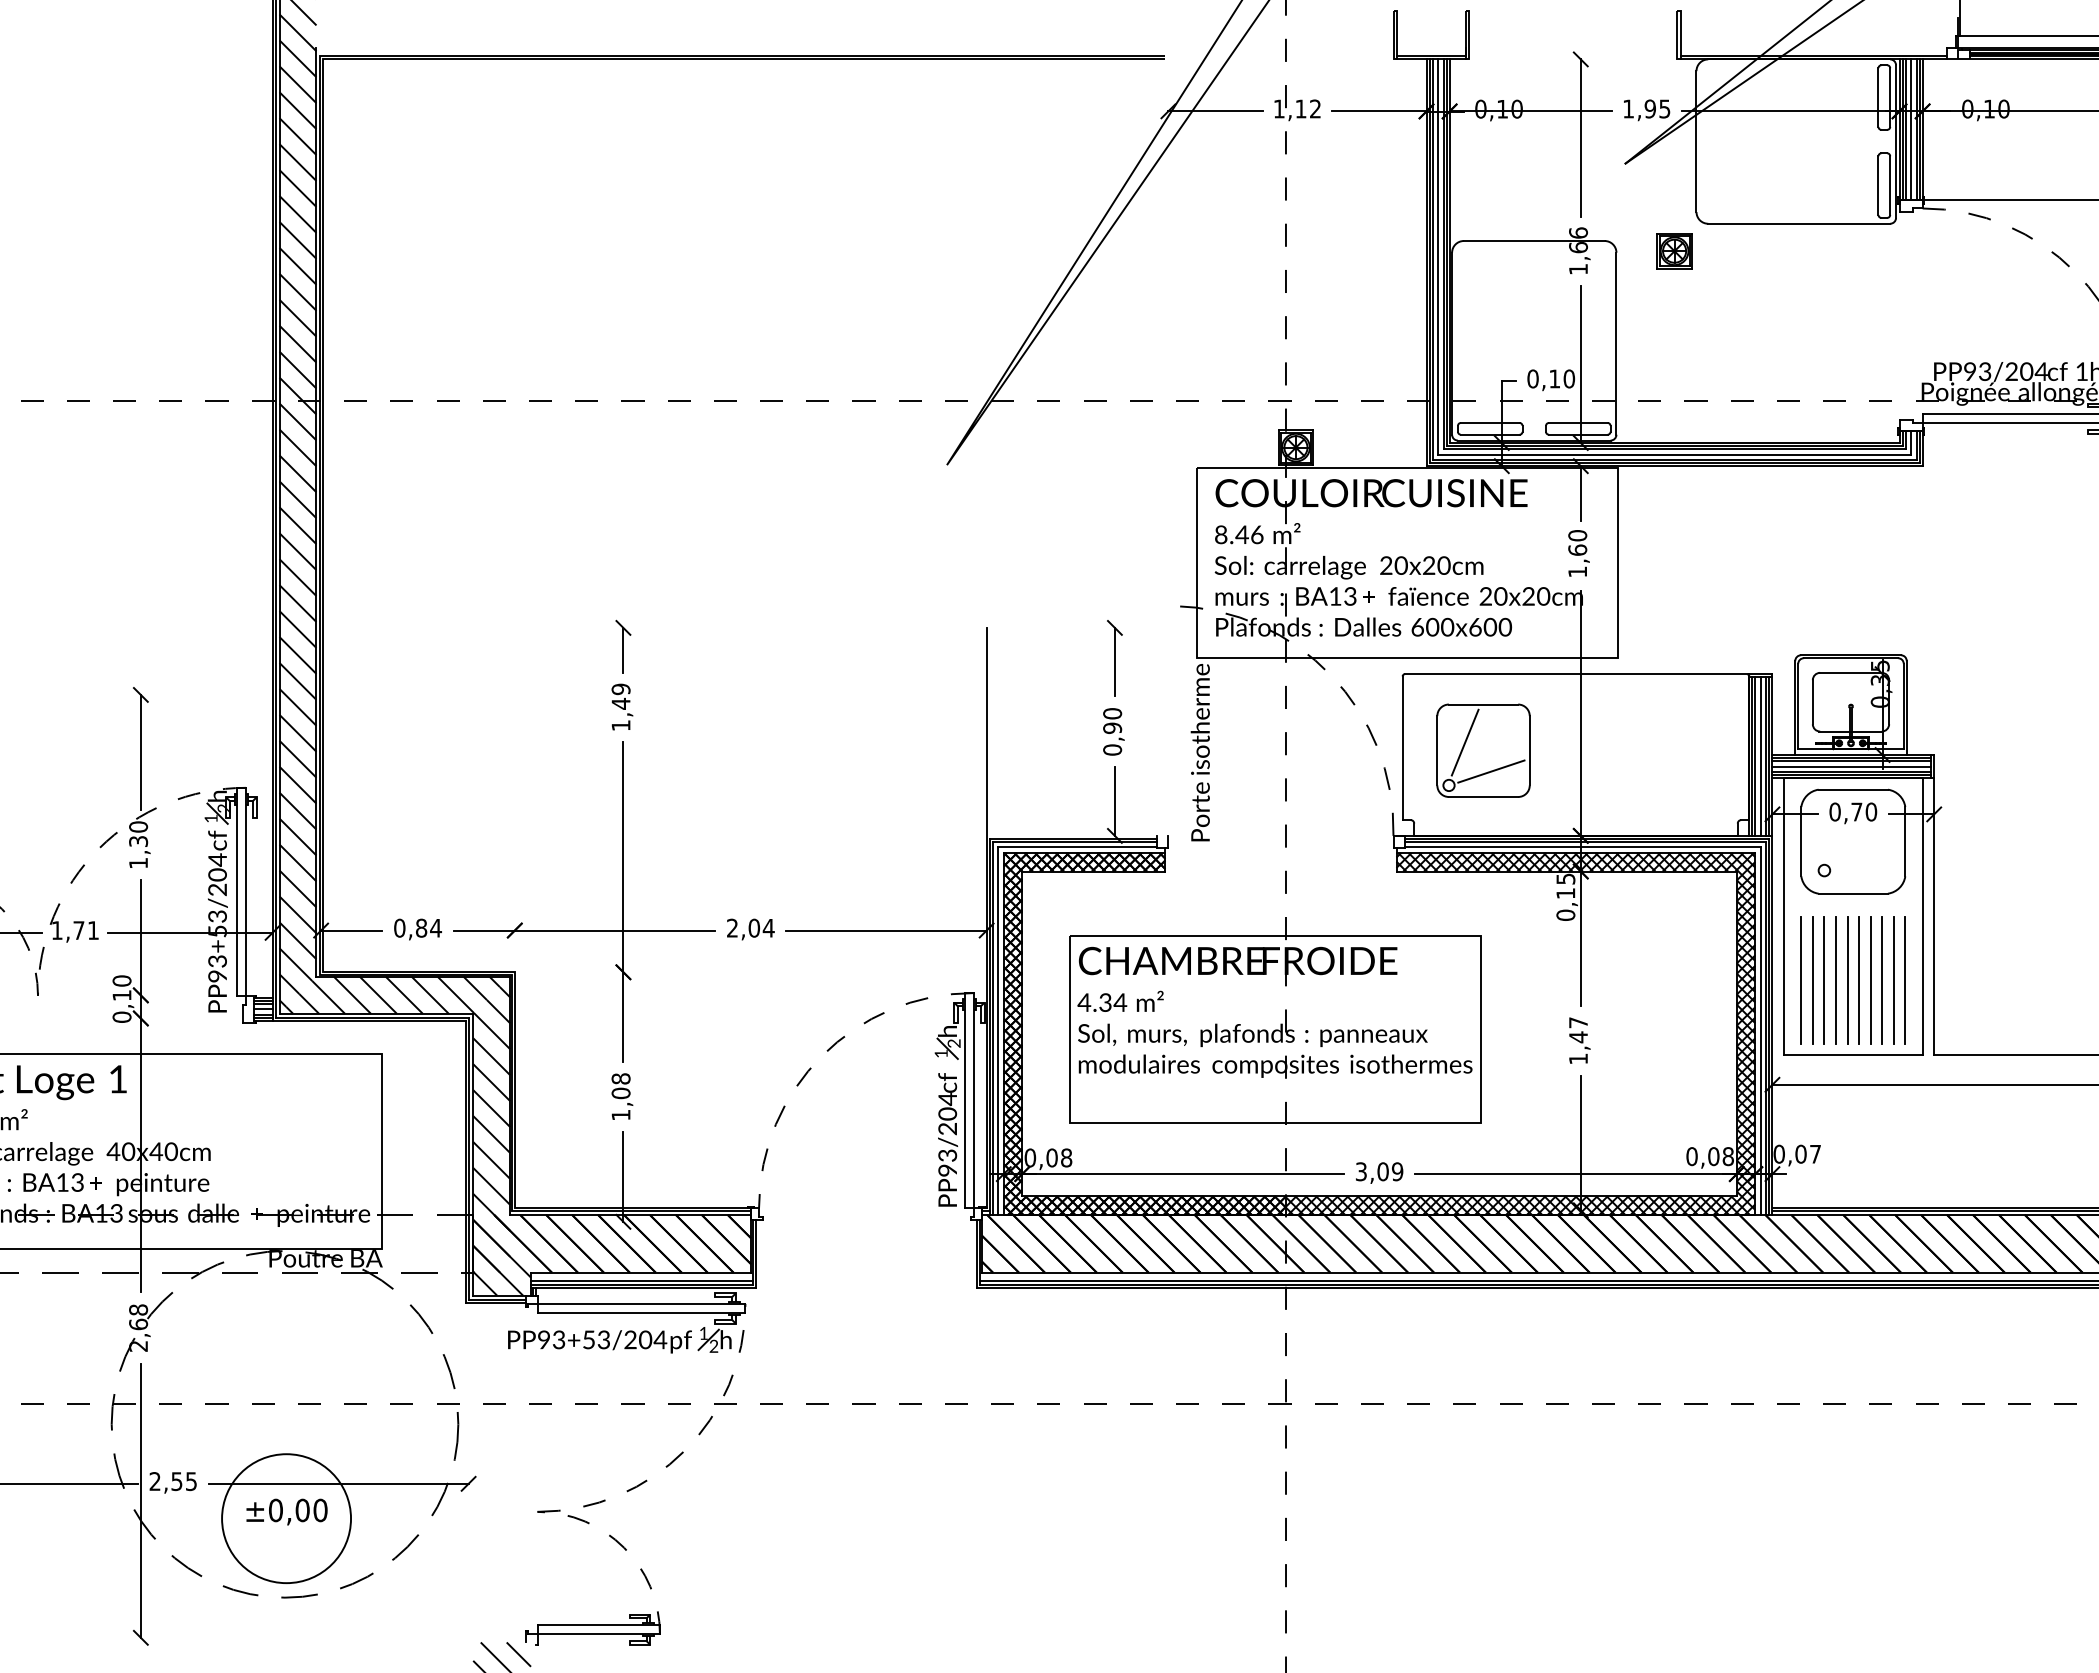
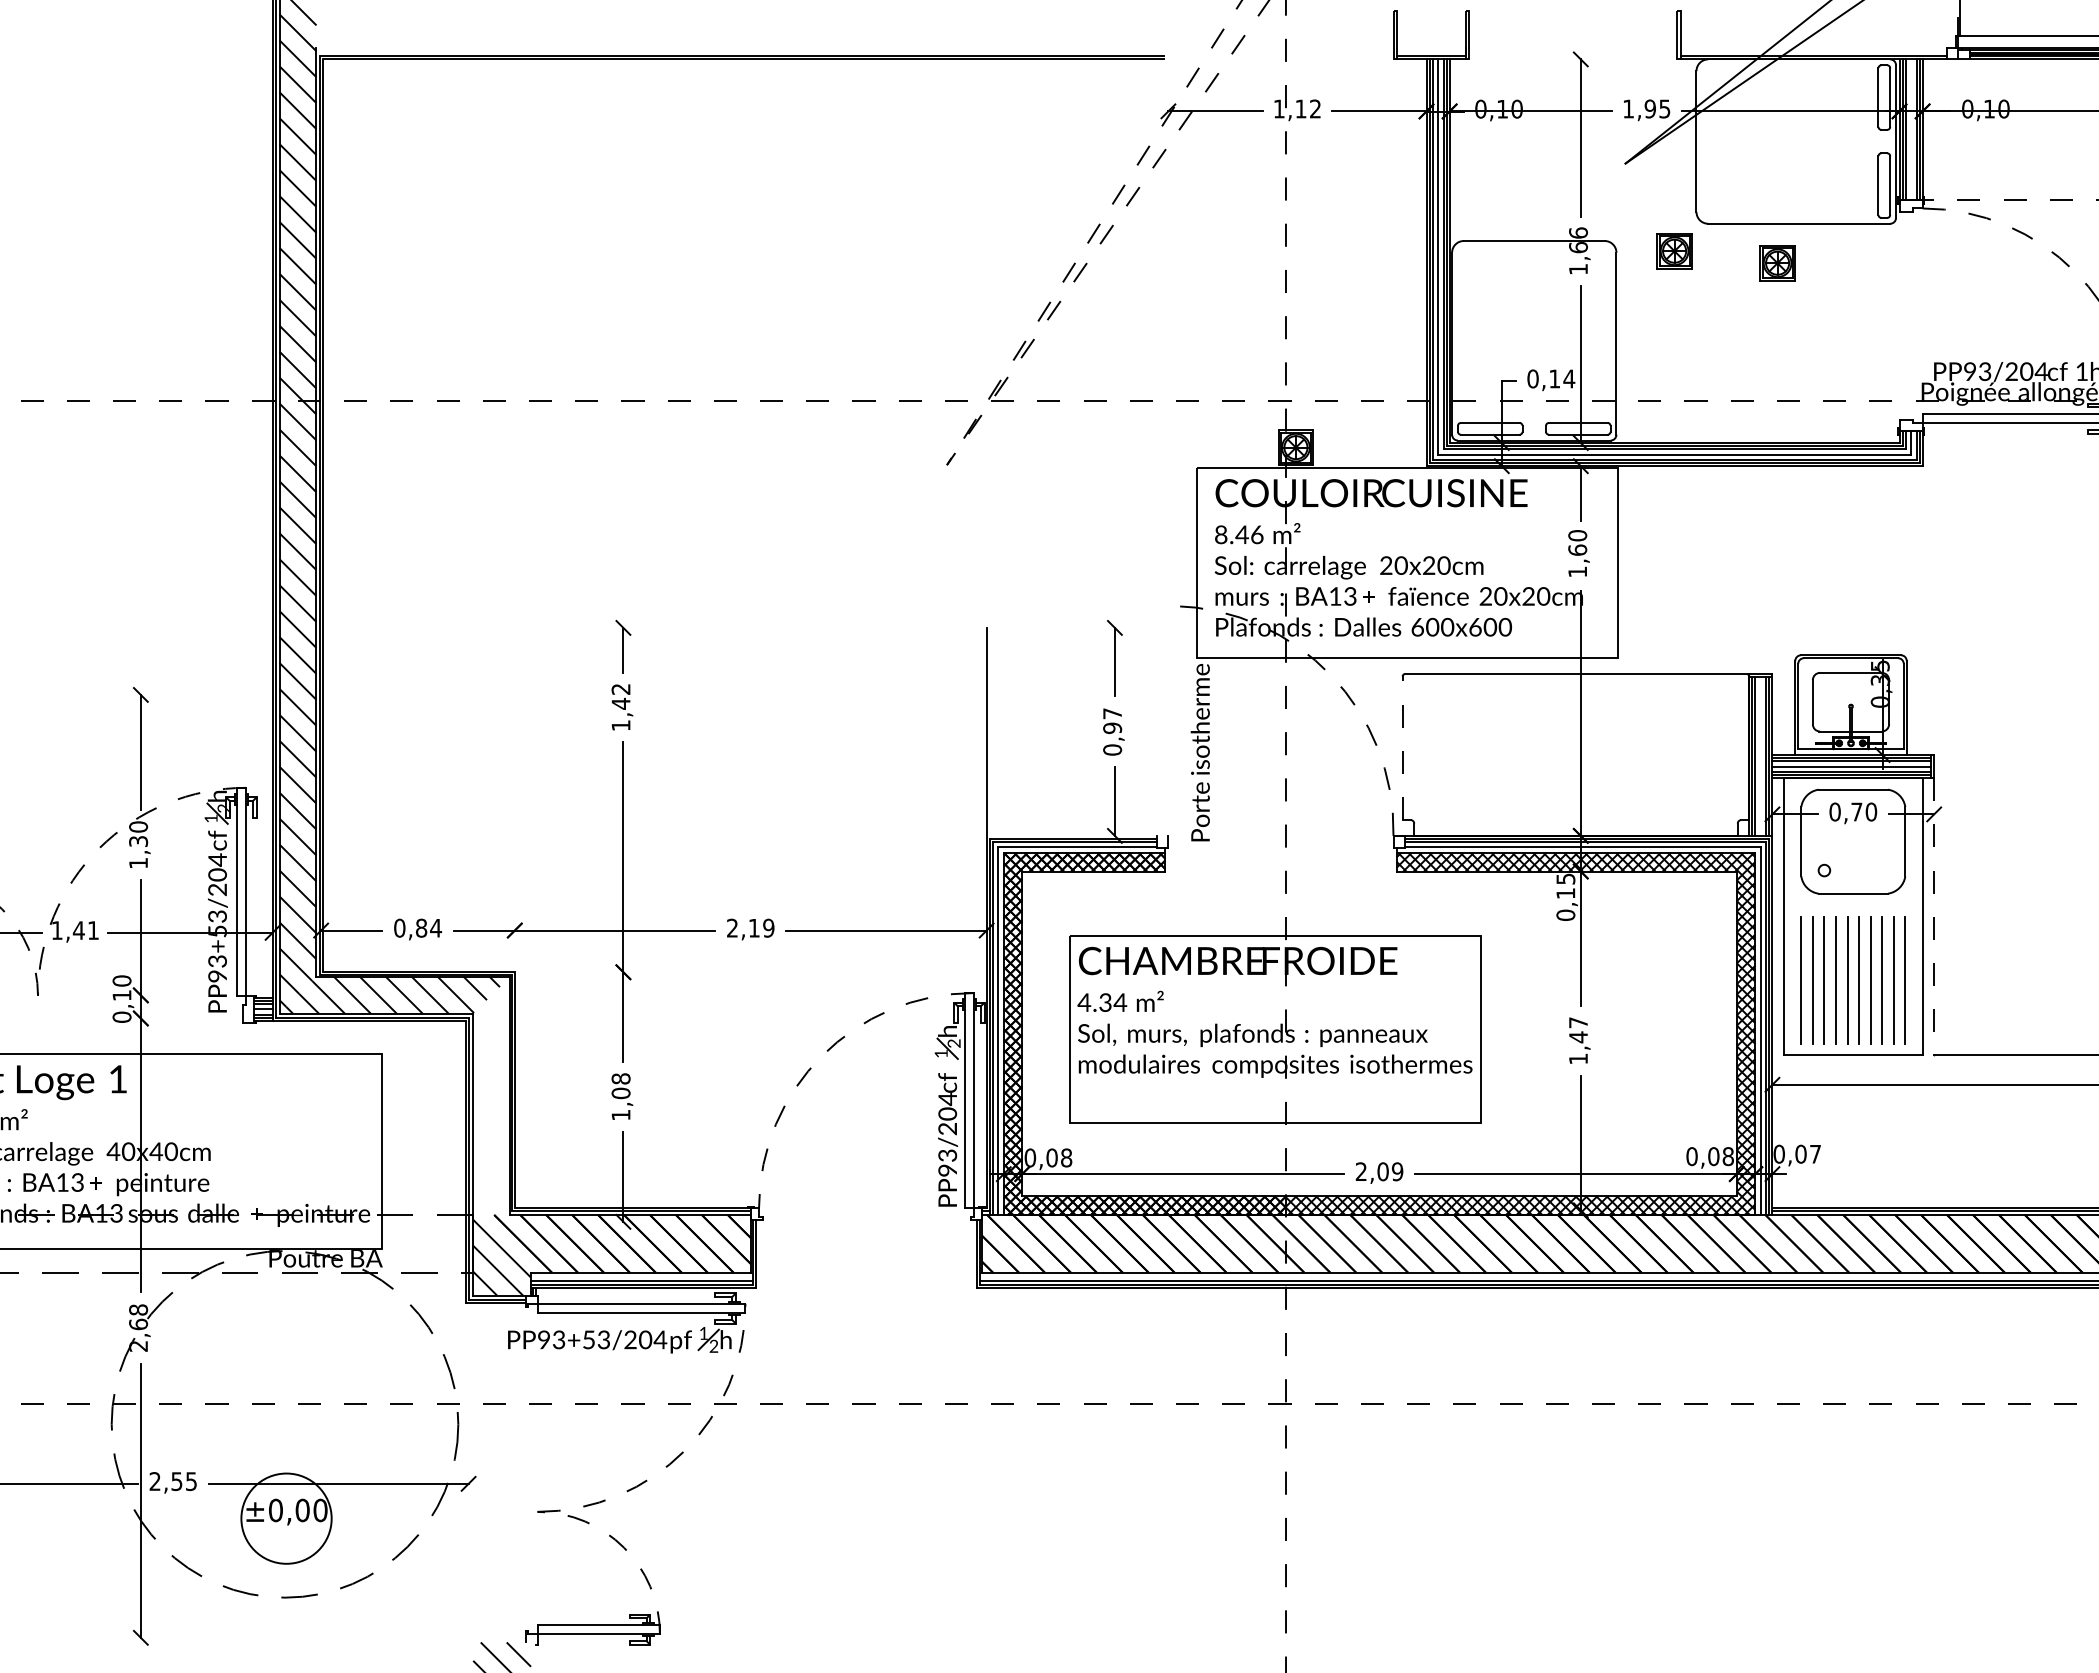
line at (1911, 129): present -> none
line at (2010, 200): solid -> dashed
part at (1777, 263): none -> present
text at (1569, 378): 0,10 -> 0,14
line at (950, 459): solid -> dashed
text at (620, 689): 1,49 -> 1,42
text at (1112, 713): 0,90 -> 0,97
line at (1402, 748): solid -> dashed
part at (1483, 750): present -> none
line at (1760, 756): present -> none
line at (1934, 916): solid -> dashed
text at (761, 927): 2,04 -> 2,19
text at (78, 930): 1,71 -> 1,41
hatch at (491, 1129): present -> none
text at (1360, 1171): 3,09 -> 2,09
circle at (286, 1518) diameter: 129 px -> 90 px
